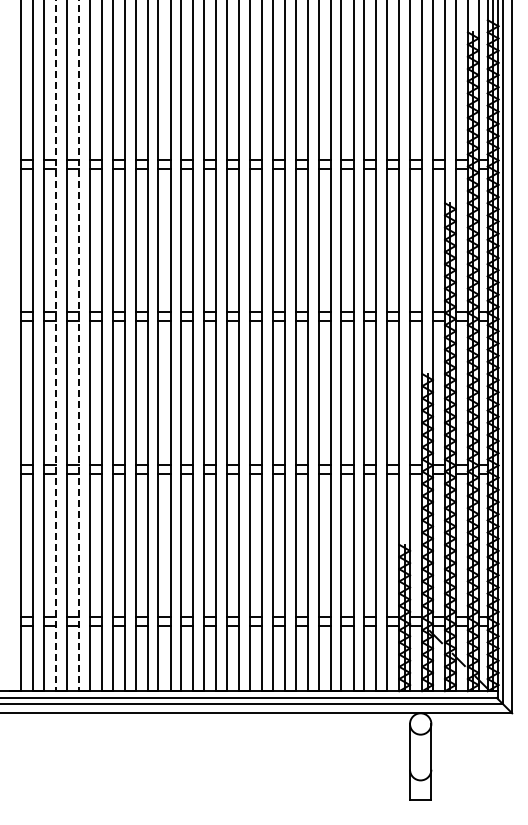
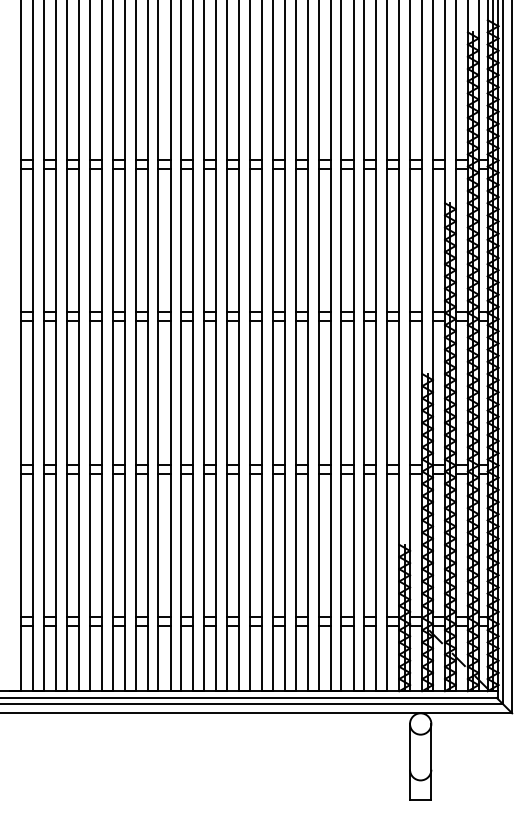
line at (56, 346): dashed -> solid
line at (79, 346): dashed -> solid
